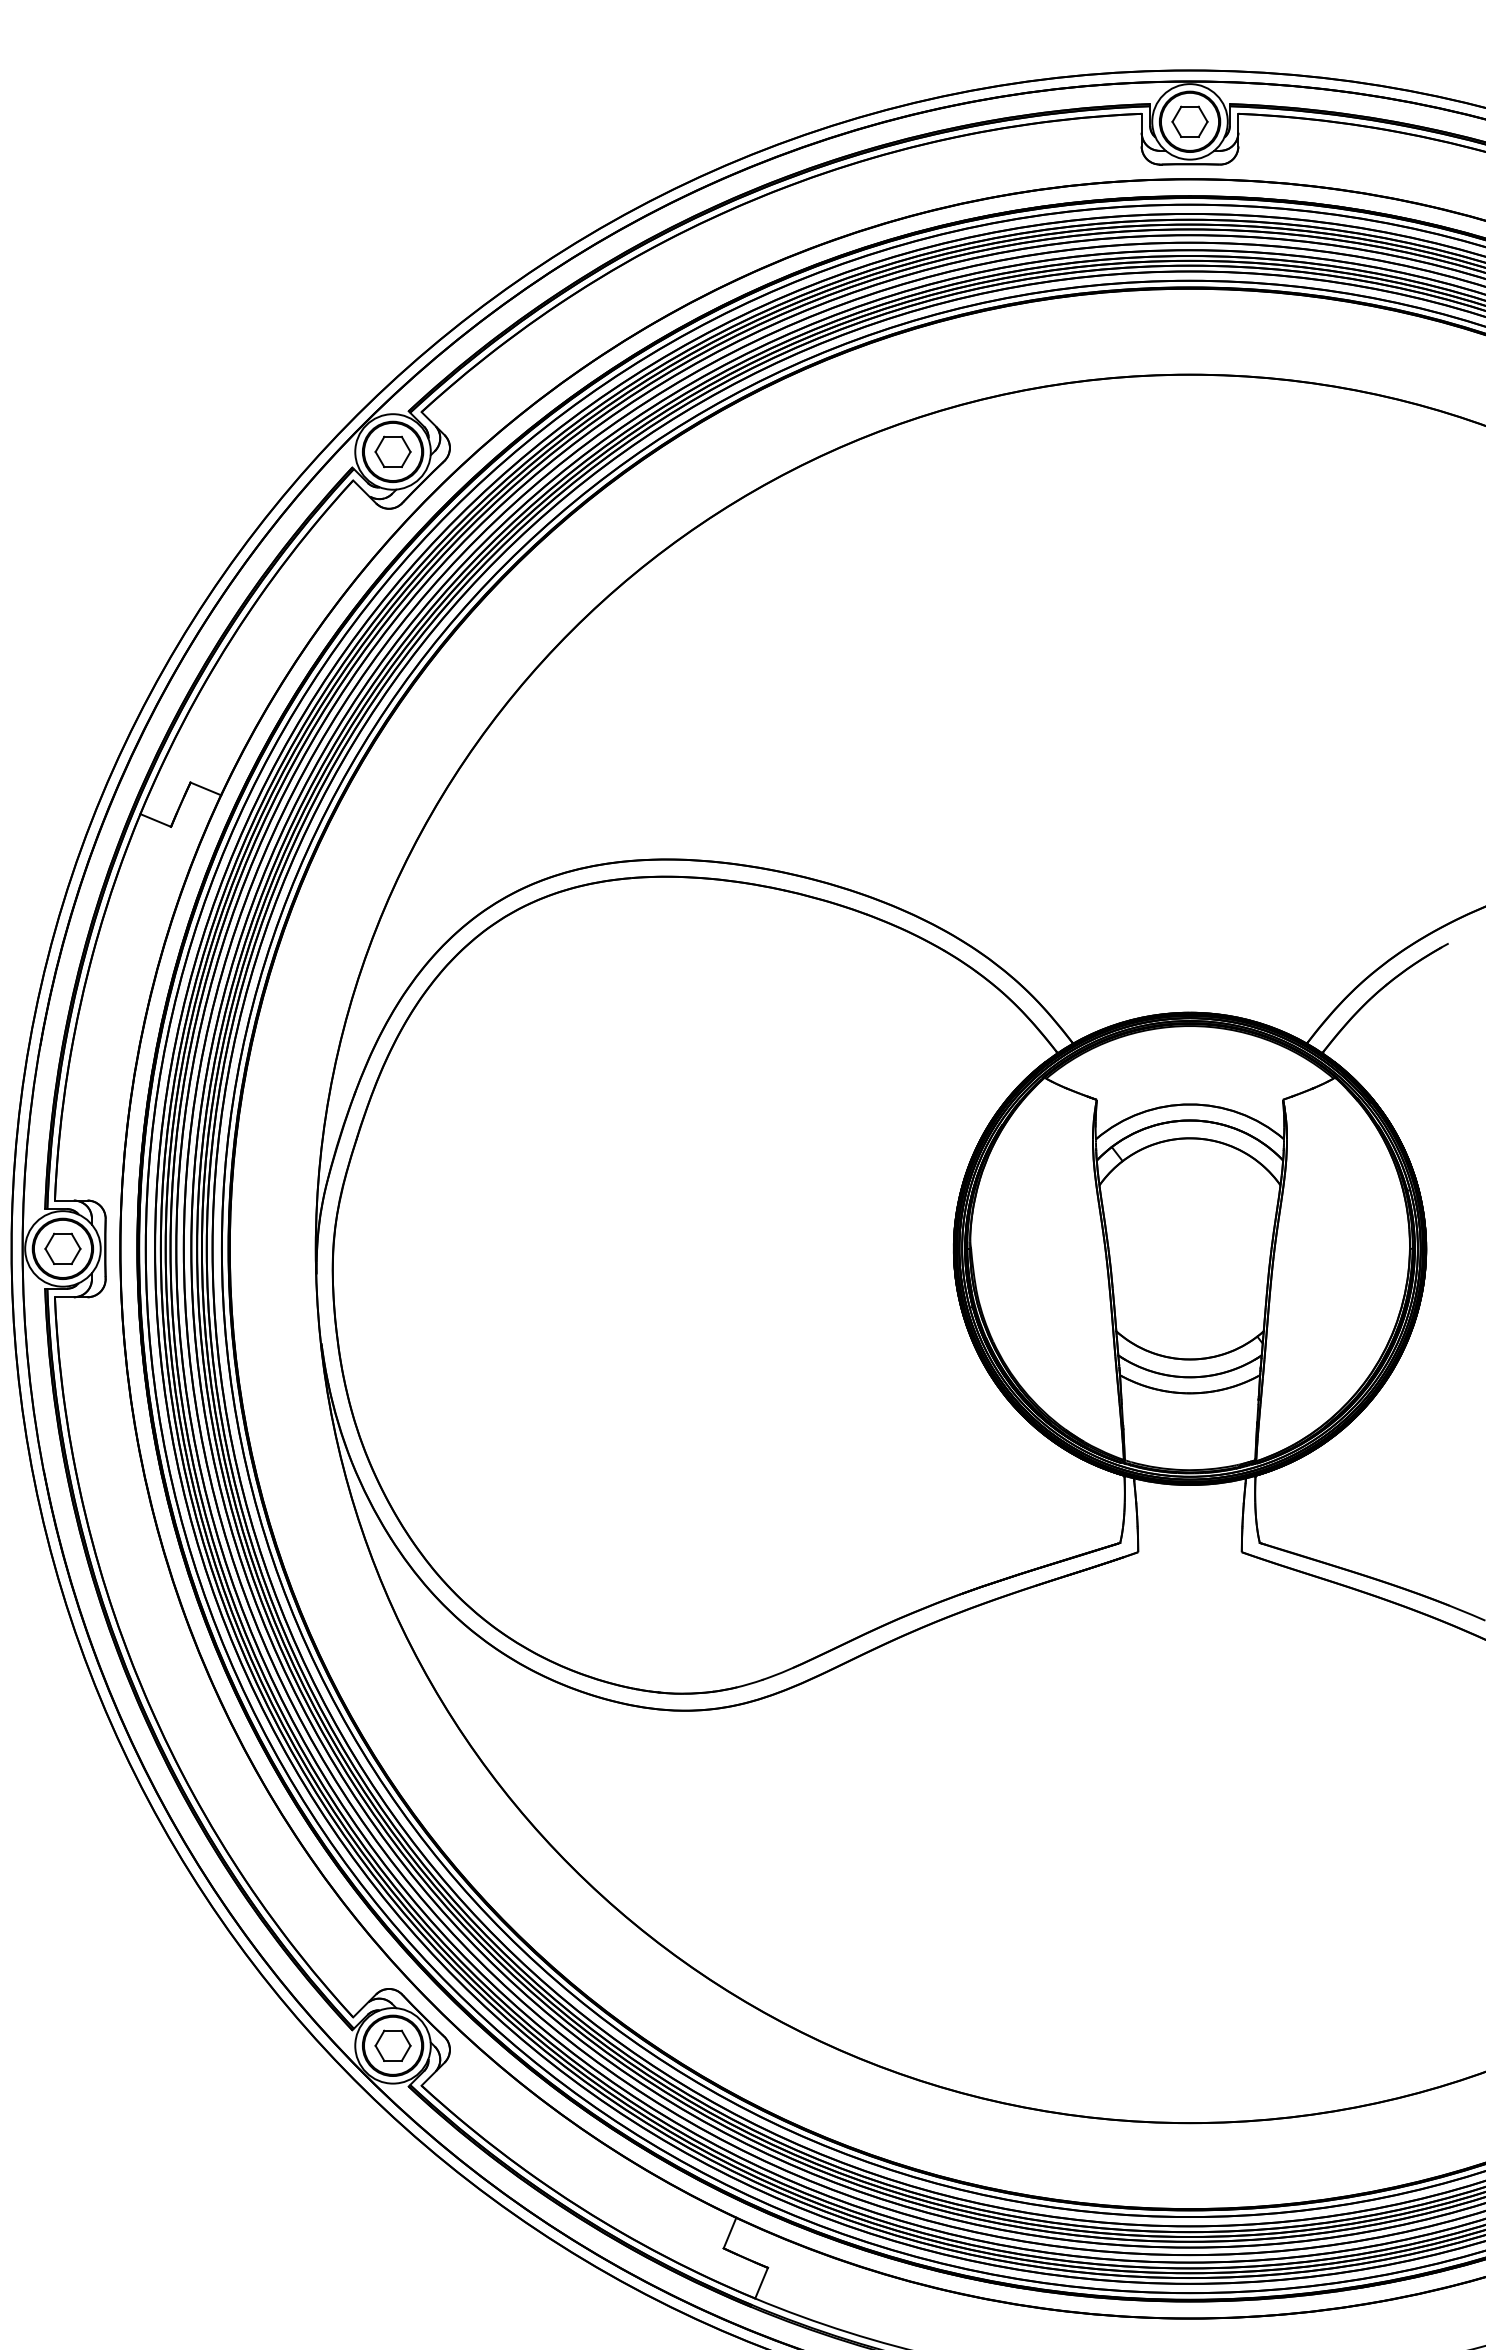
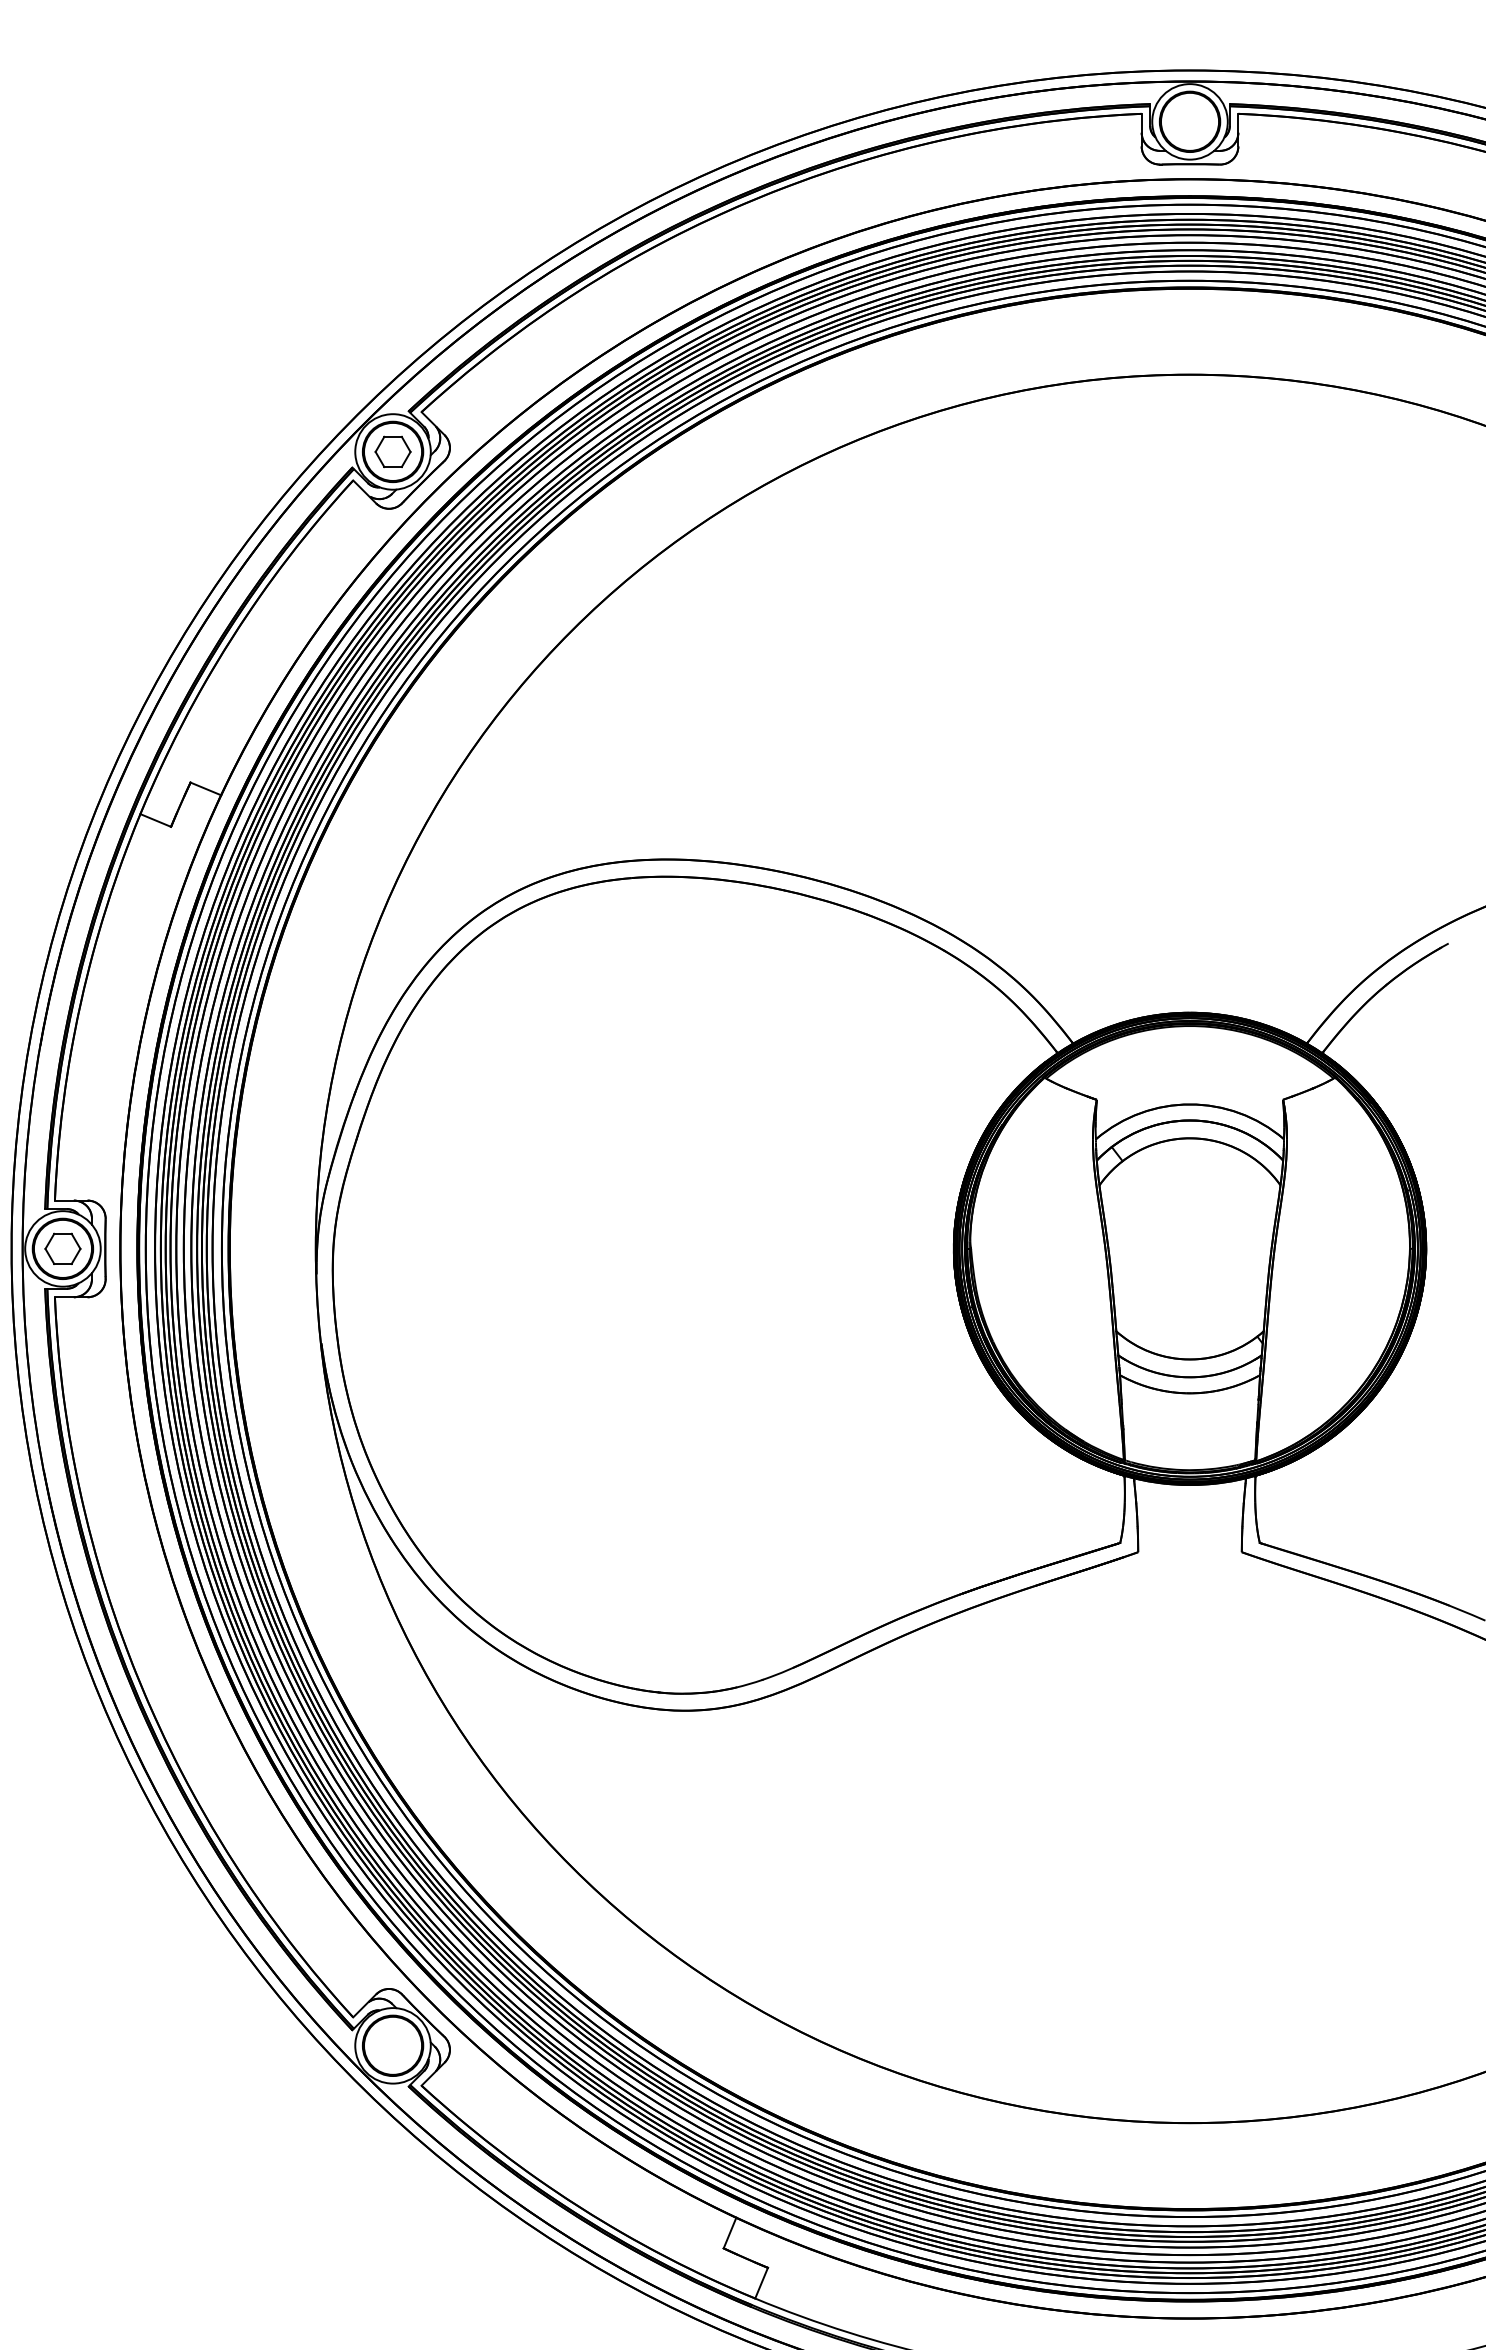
part at (1189, 121): present -> none
part at (392, 2045): present -> none
